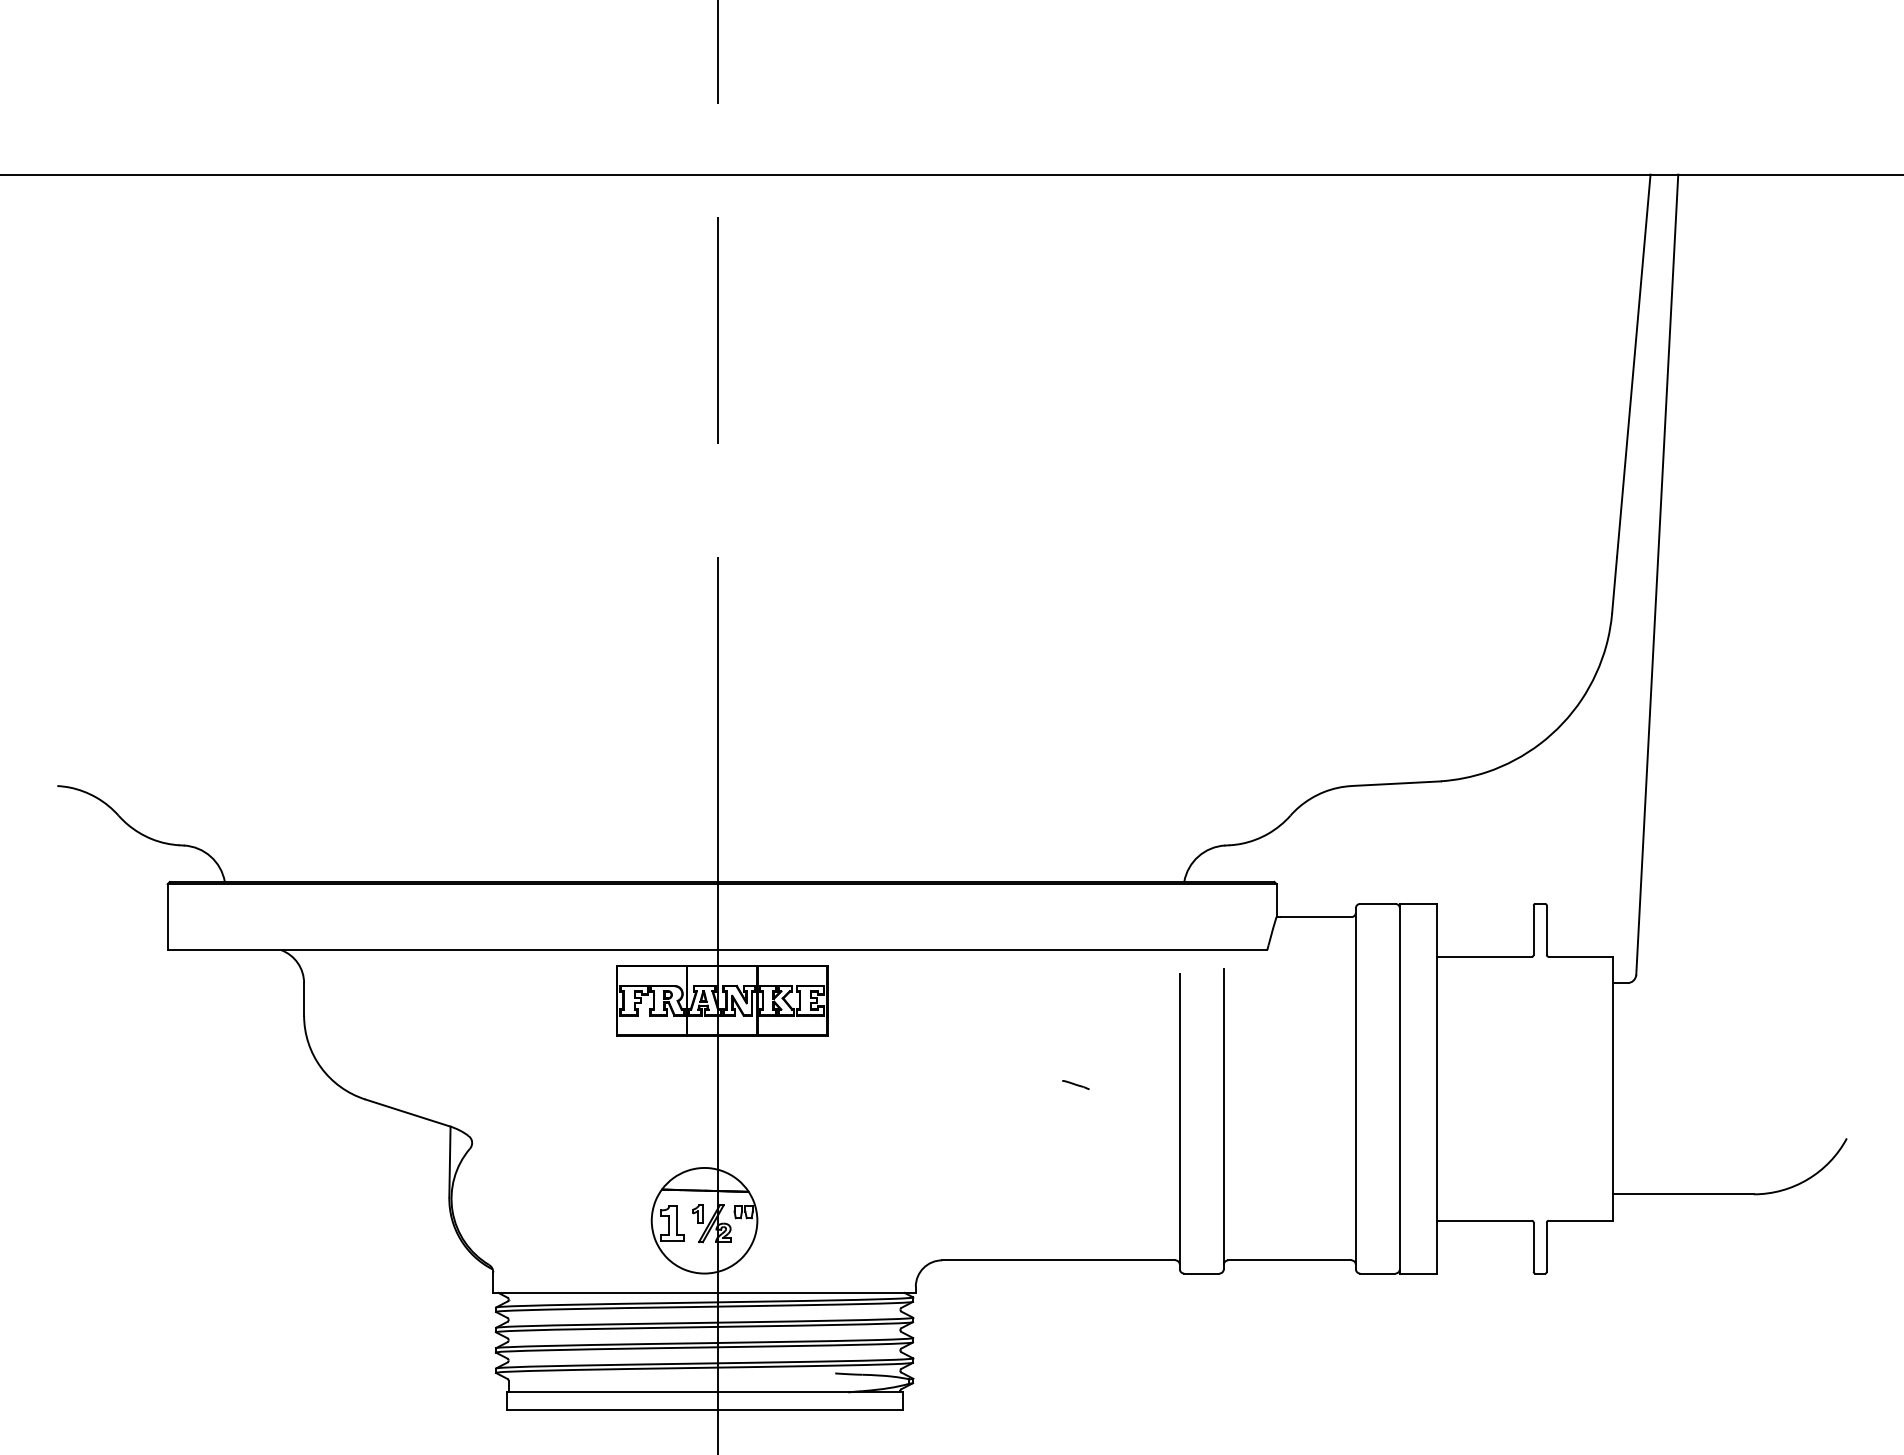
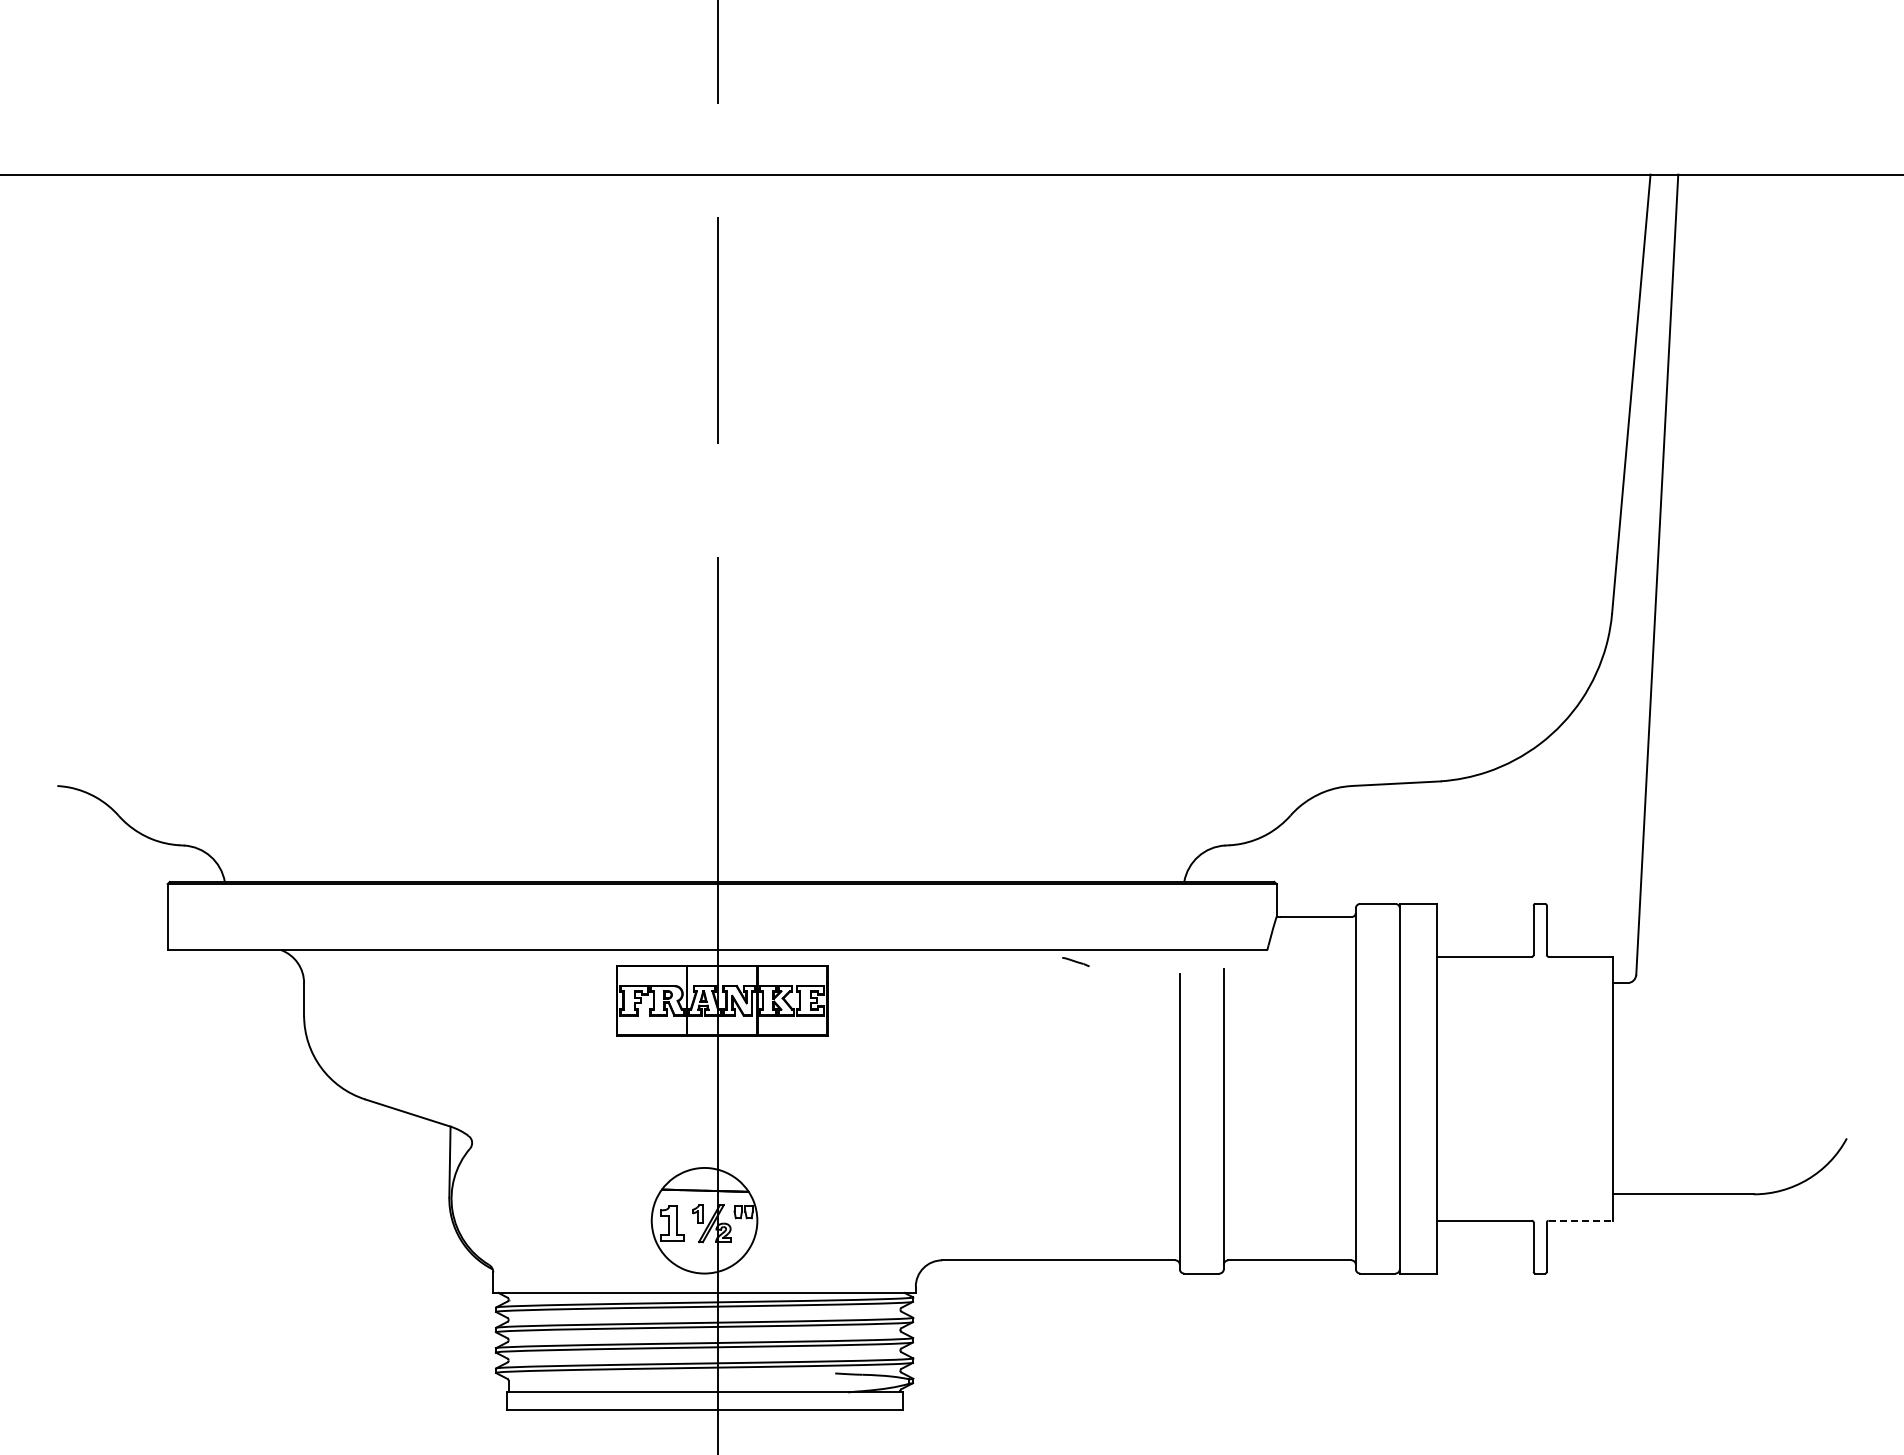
line at (1075, 1084) position: (1075, 1084) -> (1075, 961)
line at (1581, 1220): solid -> dashed
